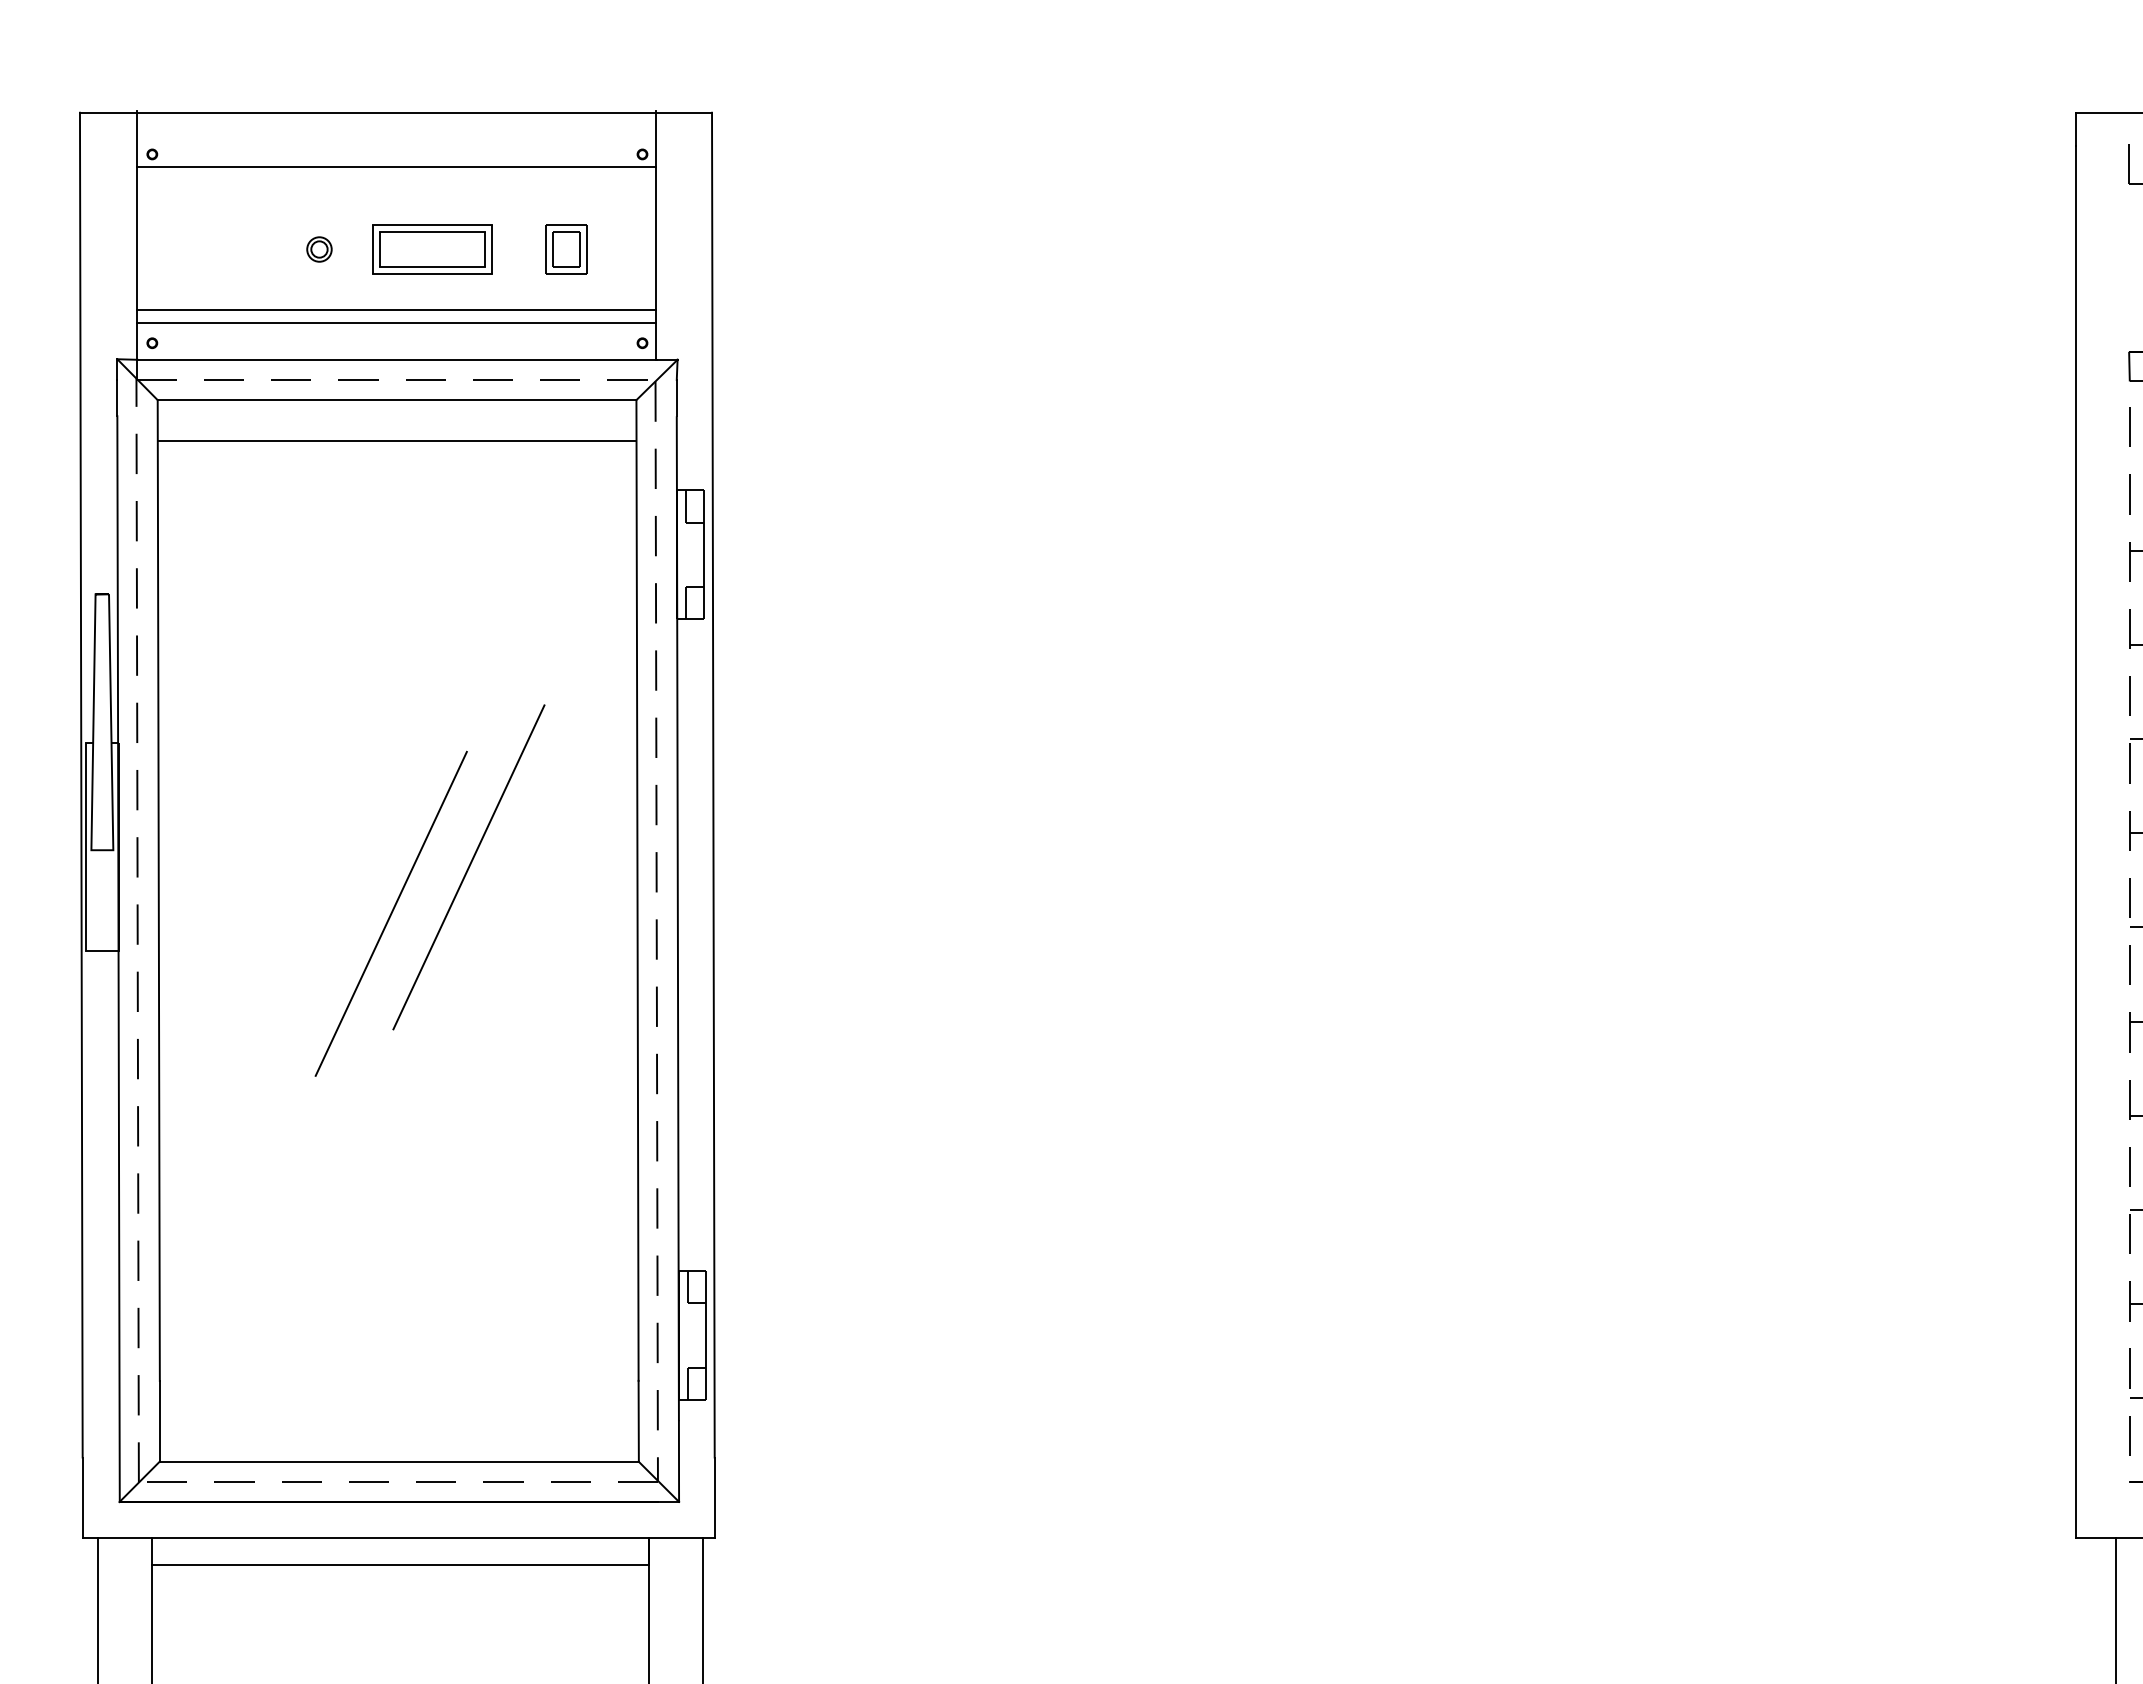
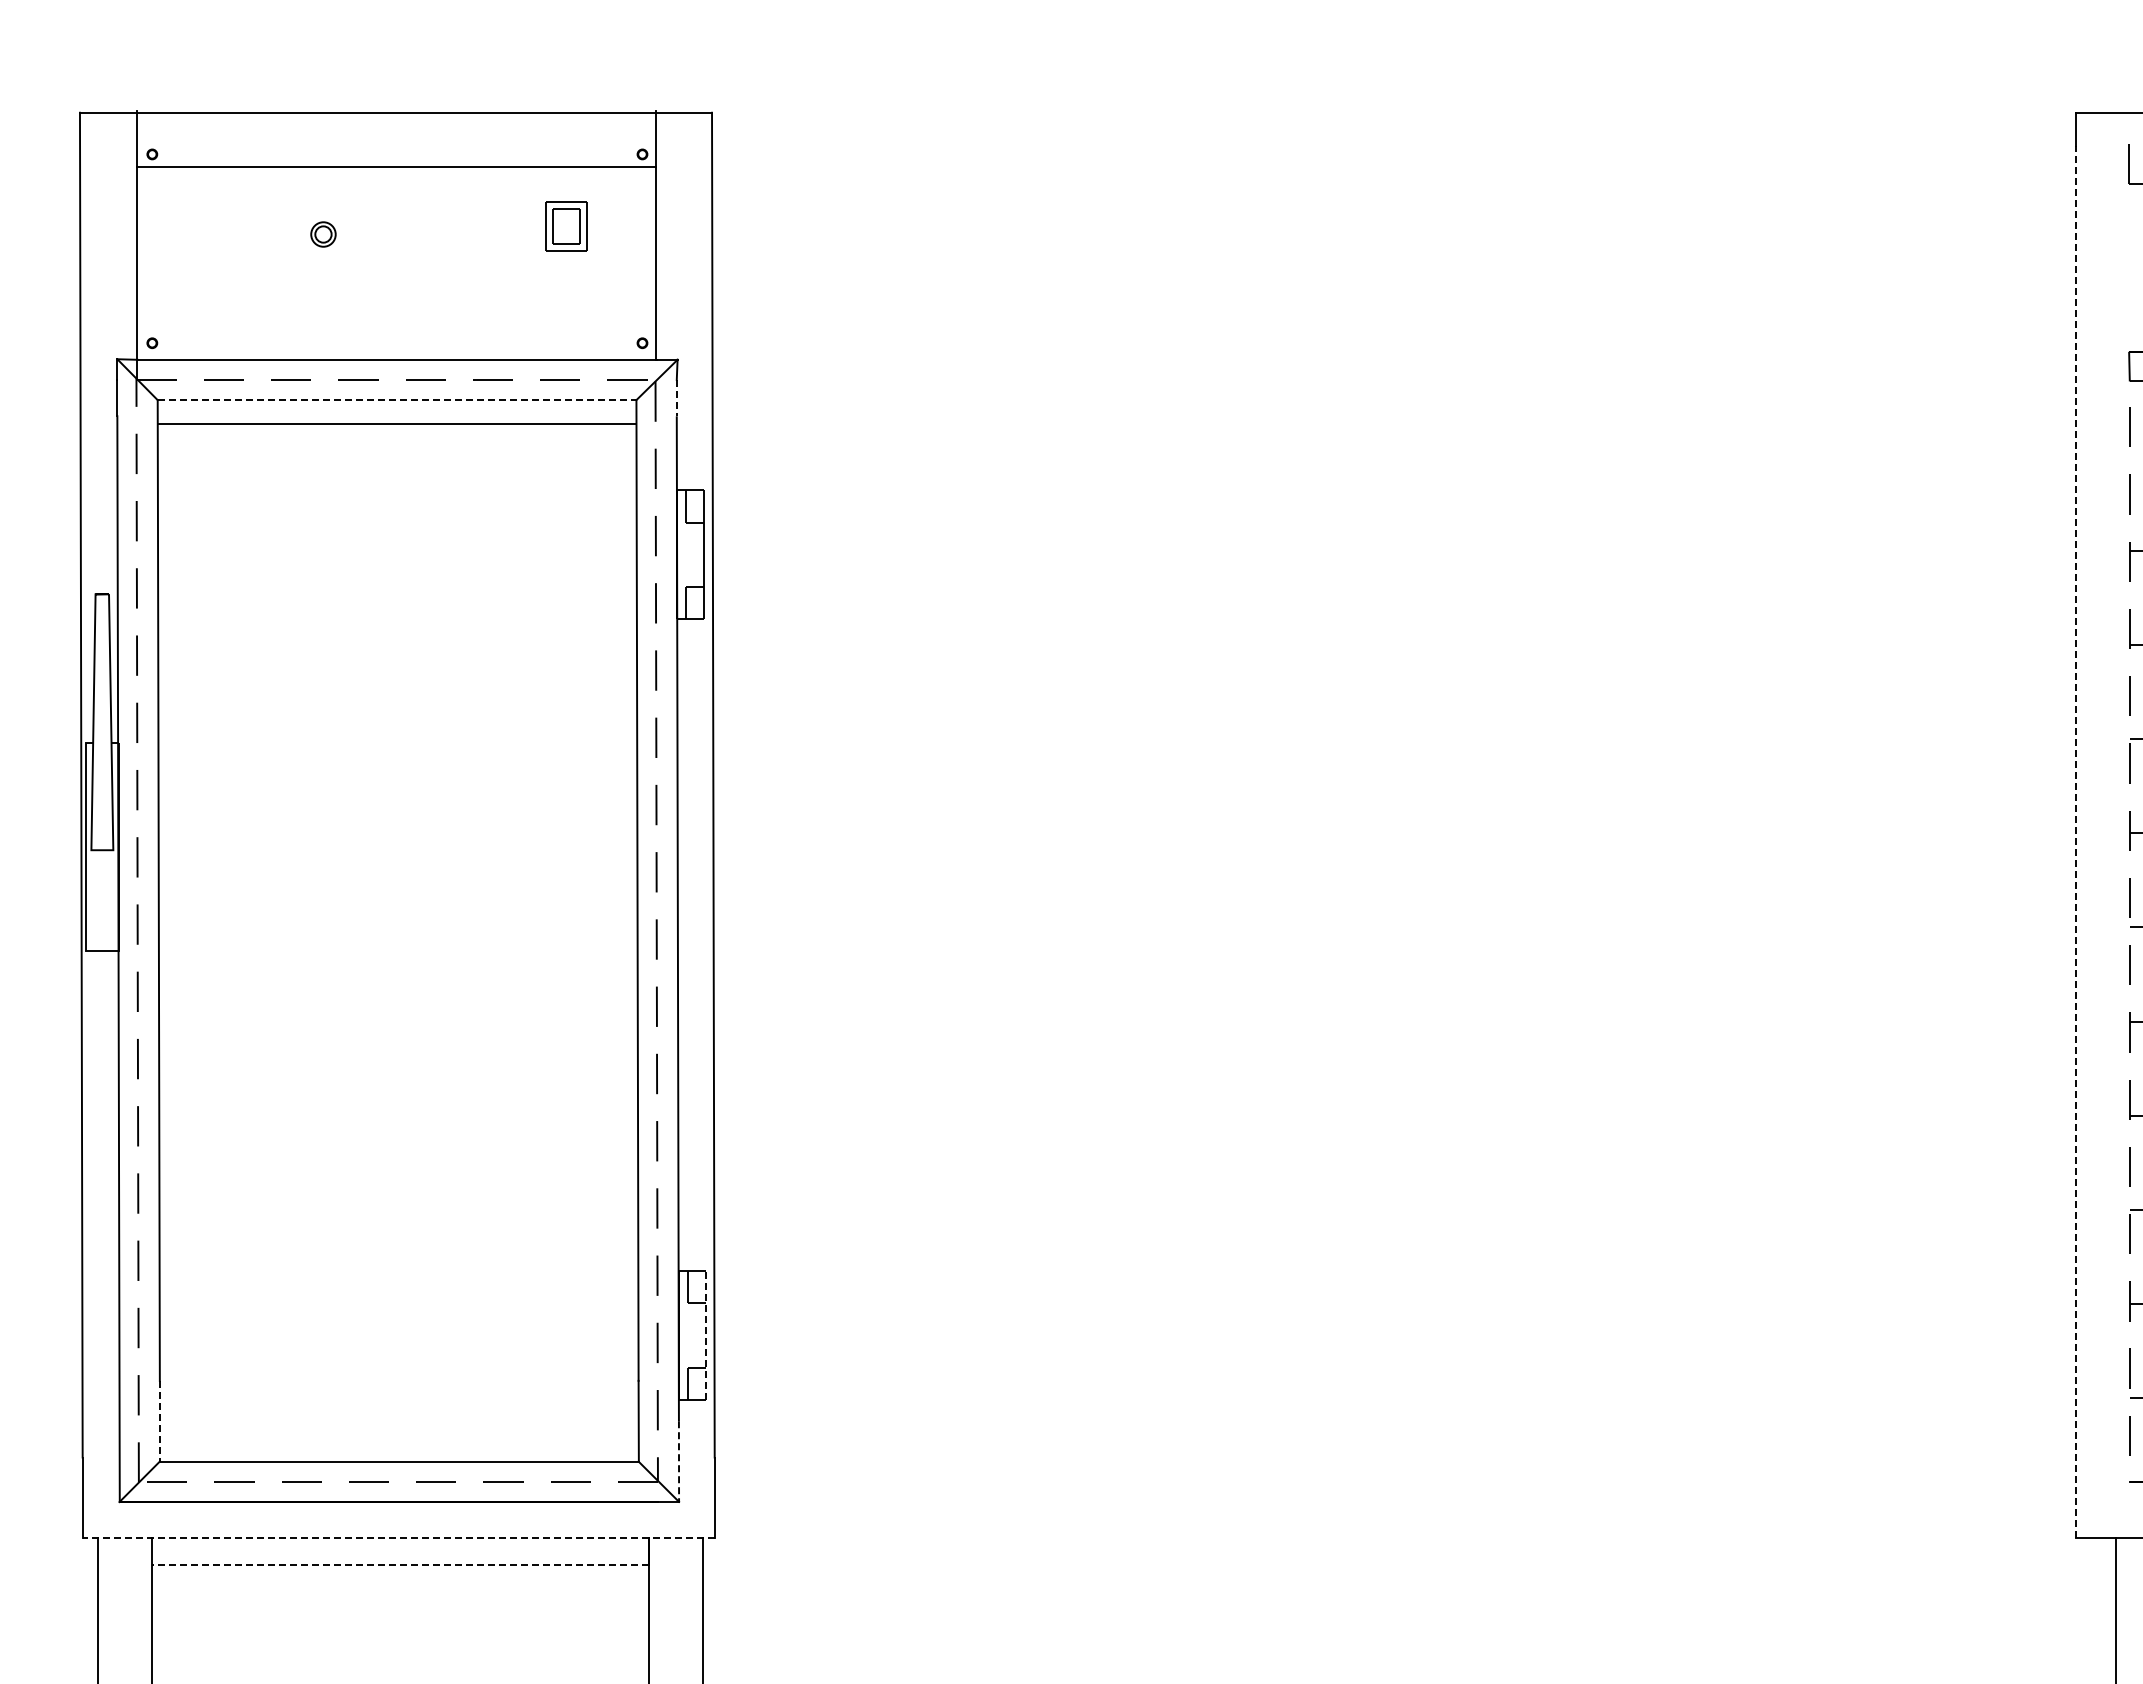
part at (319, 249) position: (319, 249) -> (323, 234)
part at (432, 249): present -> none
part at (566, 249) position: (566, 249) -> (566, 226)
line at (395, 310): present -> none
line at (395, 323): present -> none
line at (676, 398): solid -> dashed
line at (397, 400): solid -> dashed
line at (396, 440) position: (396, 440) -> (396, 423)
line at (2076, 841): solid -> dashed
line at (468, 867): present -> none
line at (390, 913): present -> none
line at (705, 1335): solid -> dashed
line at (159, 1421): solid -> dashed
line at (679, 1462): solid -> dashed
line at (398, 1538): solid -> dashed
line at (400, 1565): solid -> dashed
